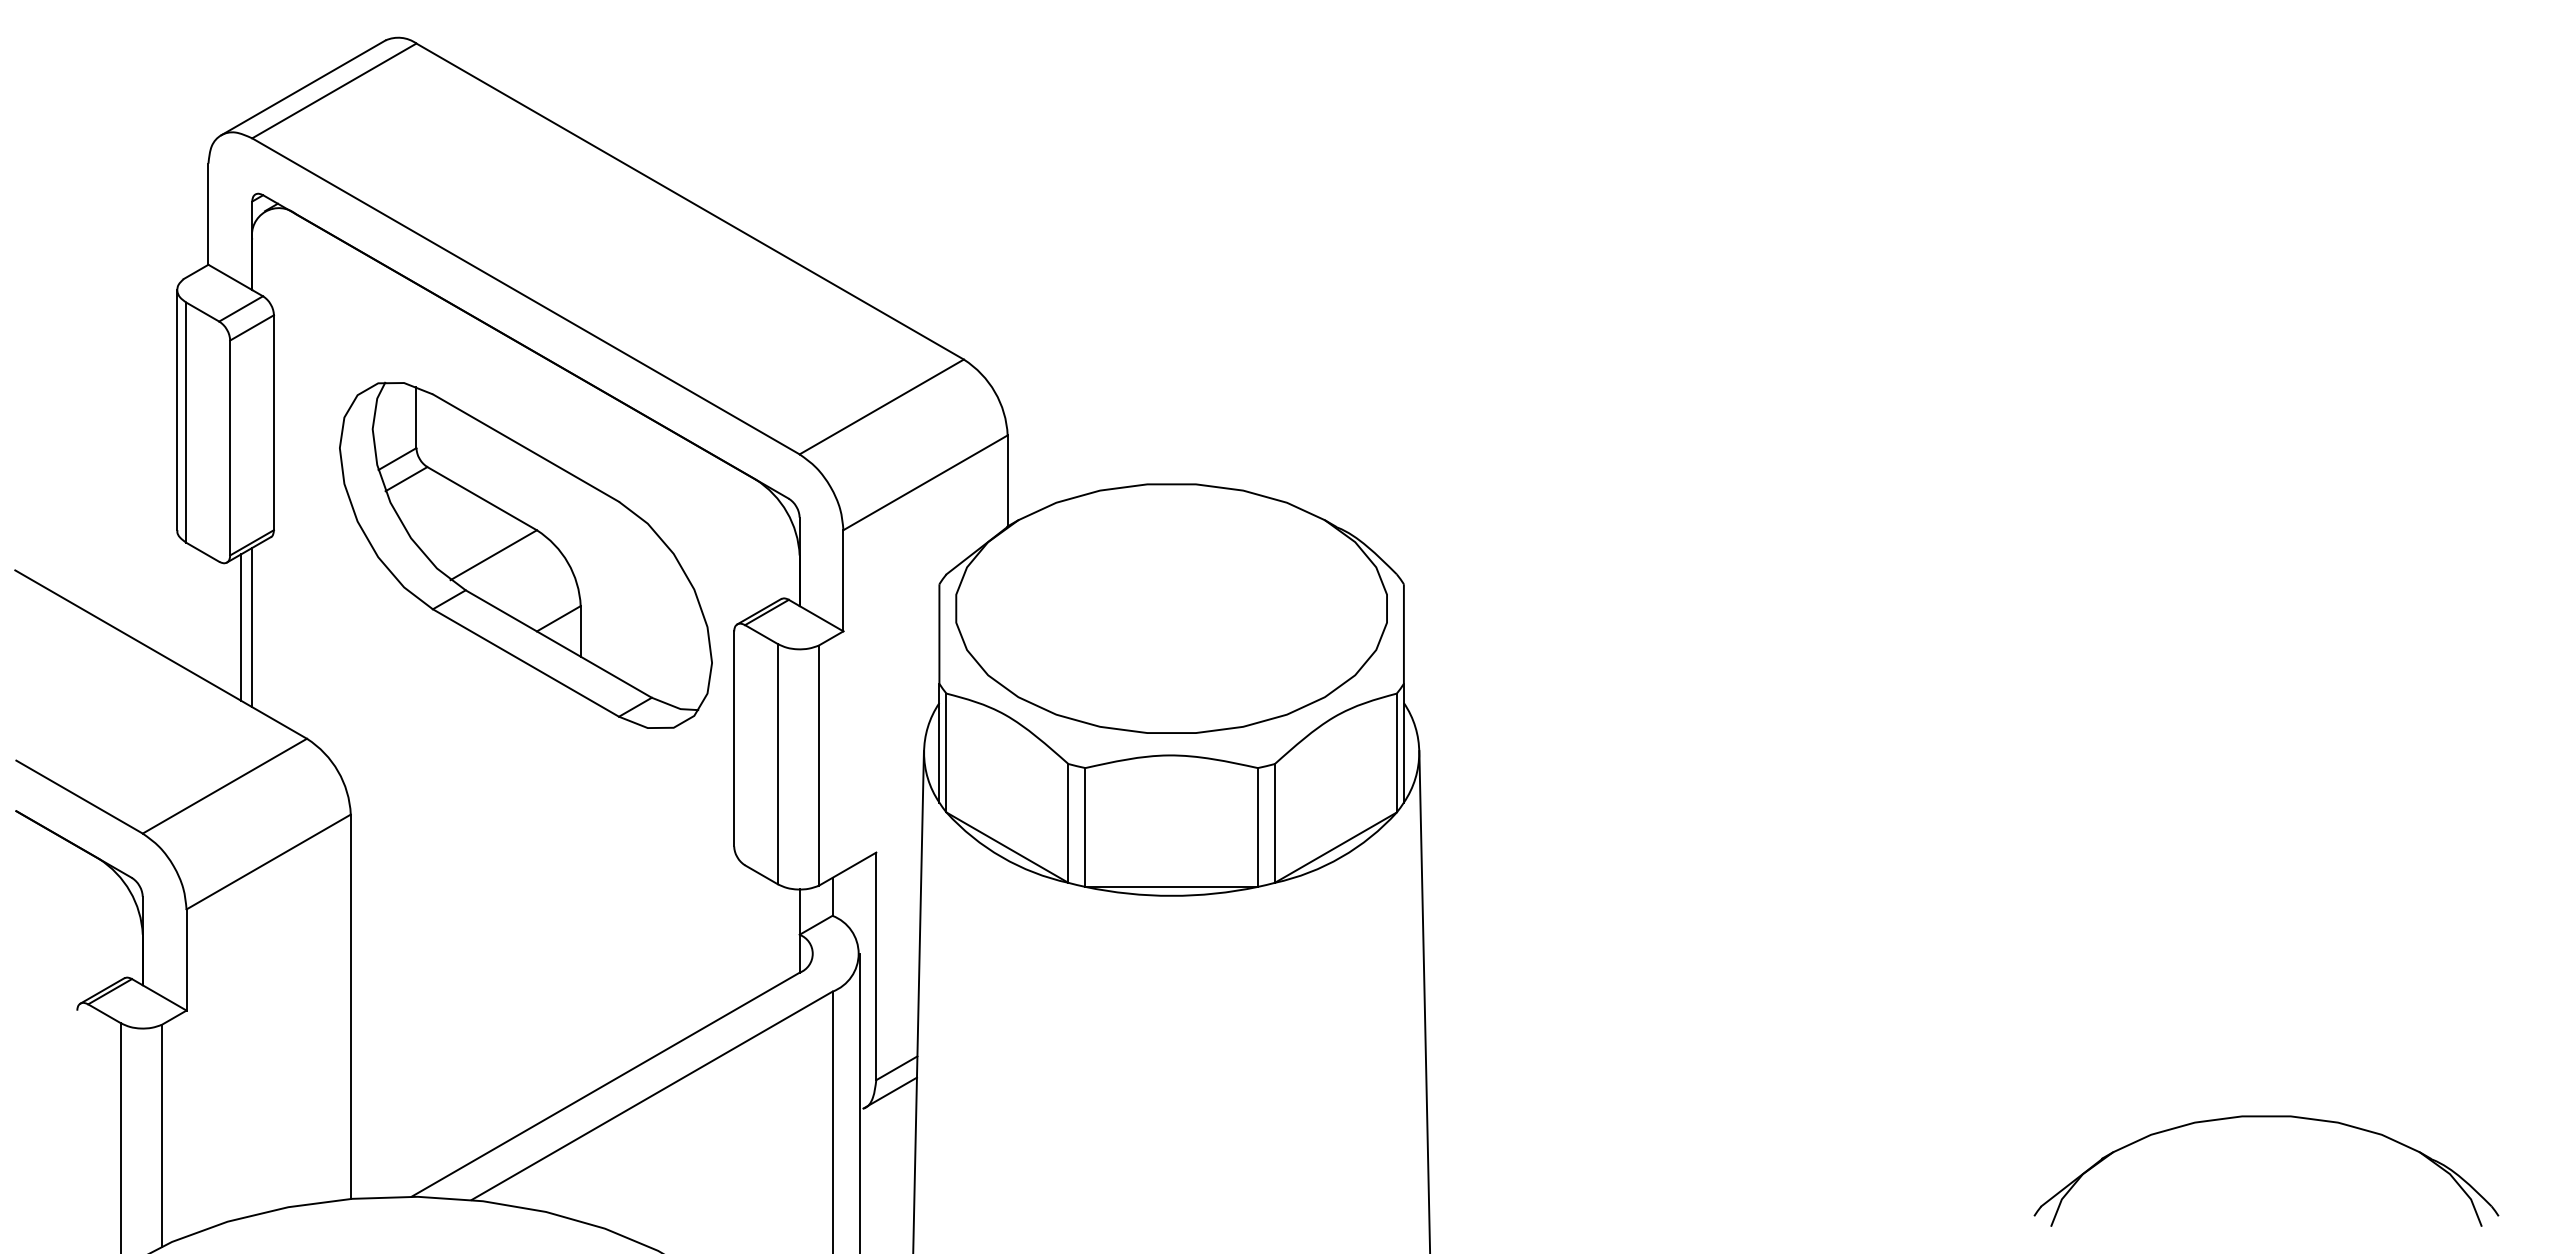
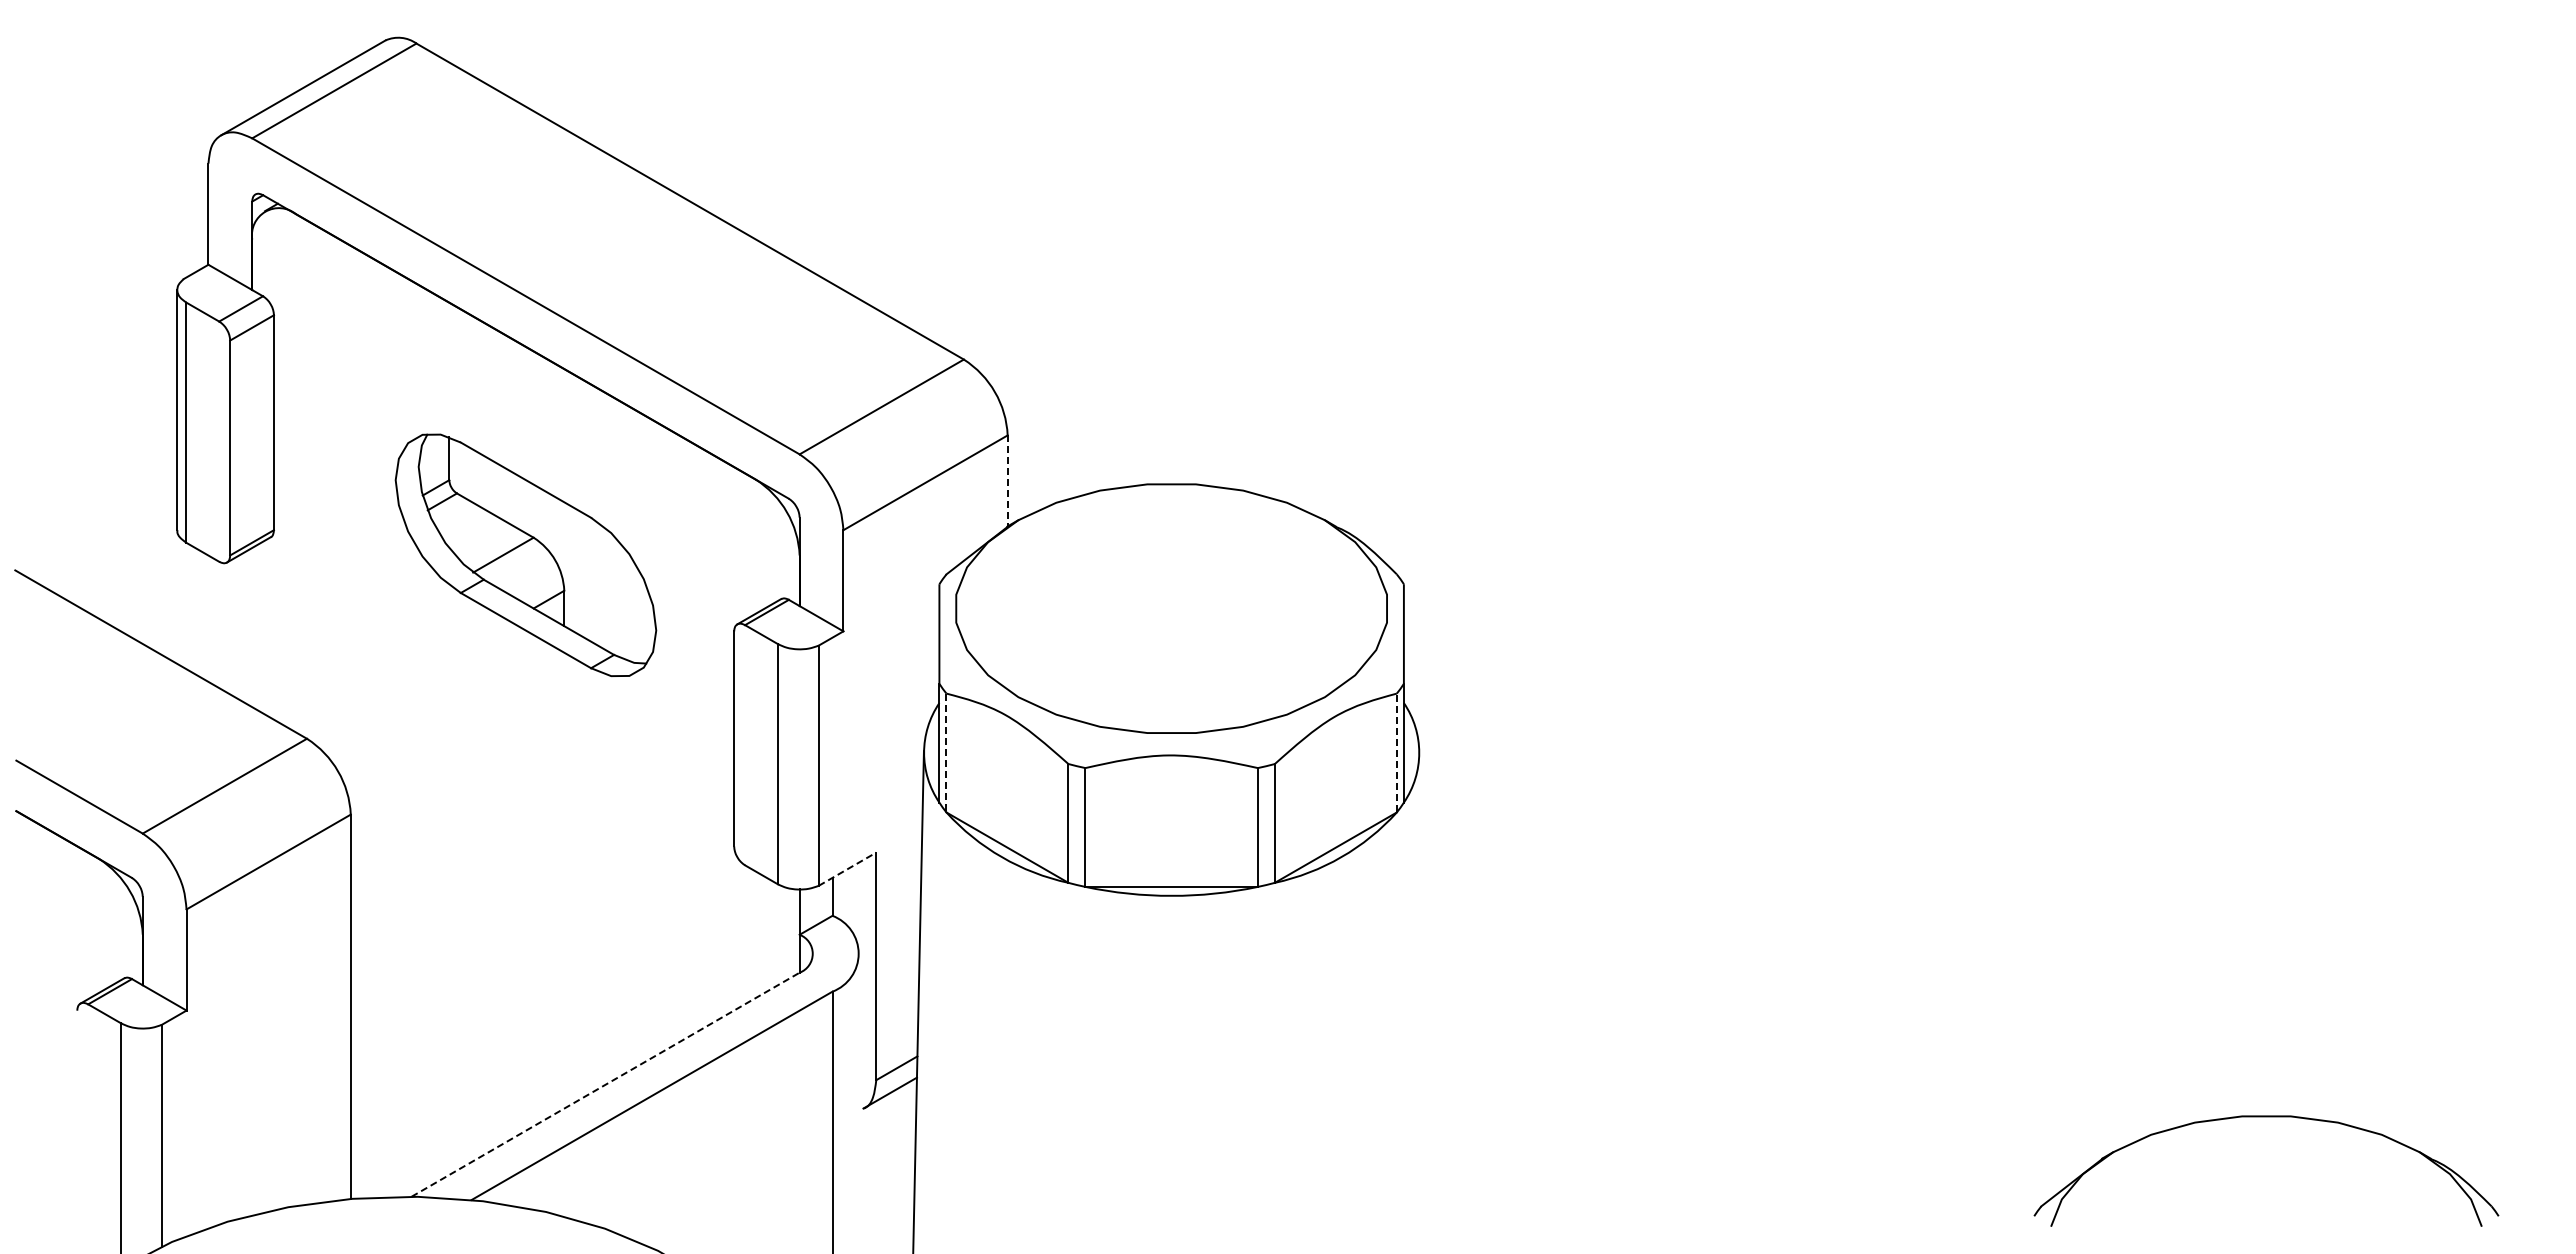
line at (1007, 480): solid -> dashed
part at (525, 554) size: 374x348 px -> 264x244 px
line at (241, 627): present -> none
line at (252, 627): present -> none
line at (1396, 752): solid -> dashed
line at (946, 753): solid -> dashed
line at (847, 869): solid -> dashed
line at (1424, 1000): present -> none
line at (606, 1084): solid -> dashed
line at (859, 1101): present -> none
